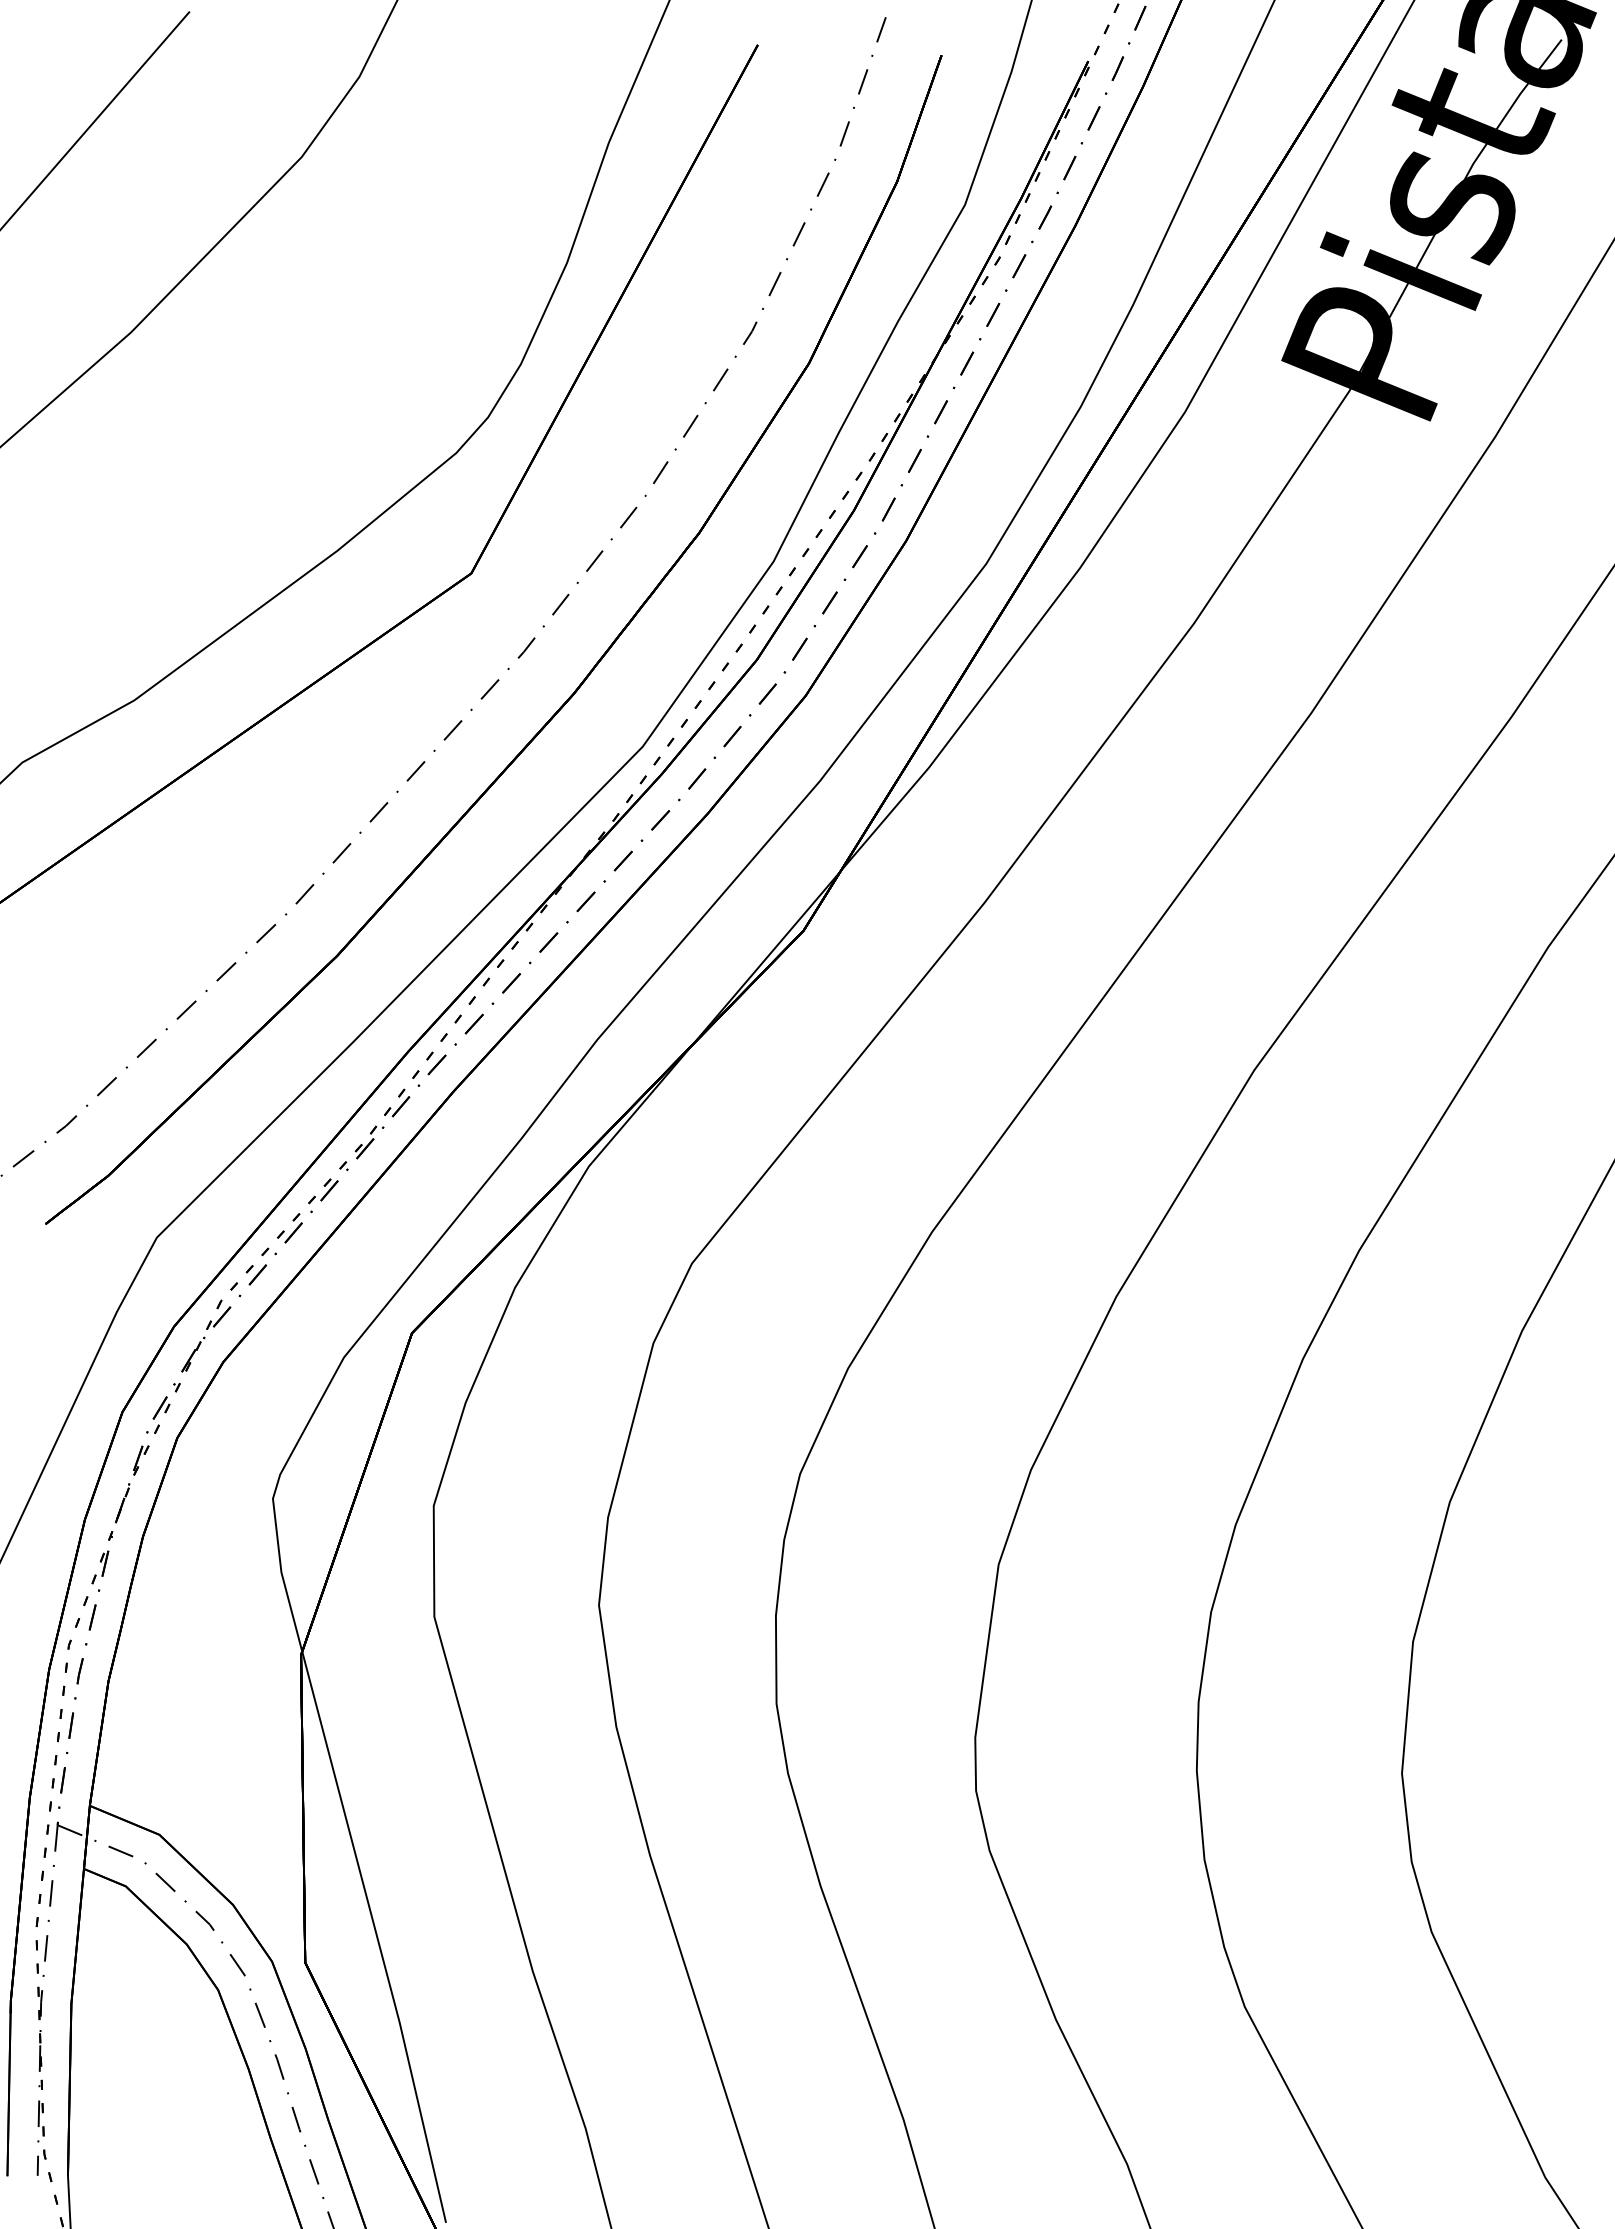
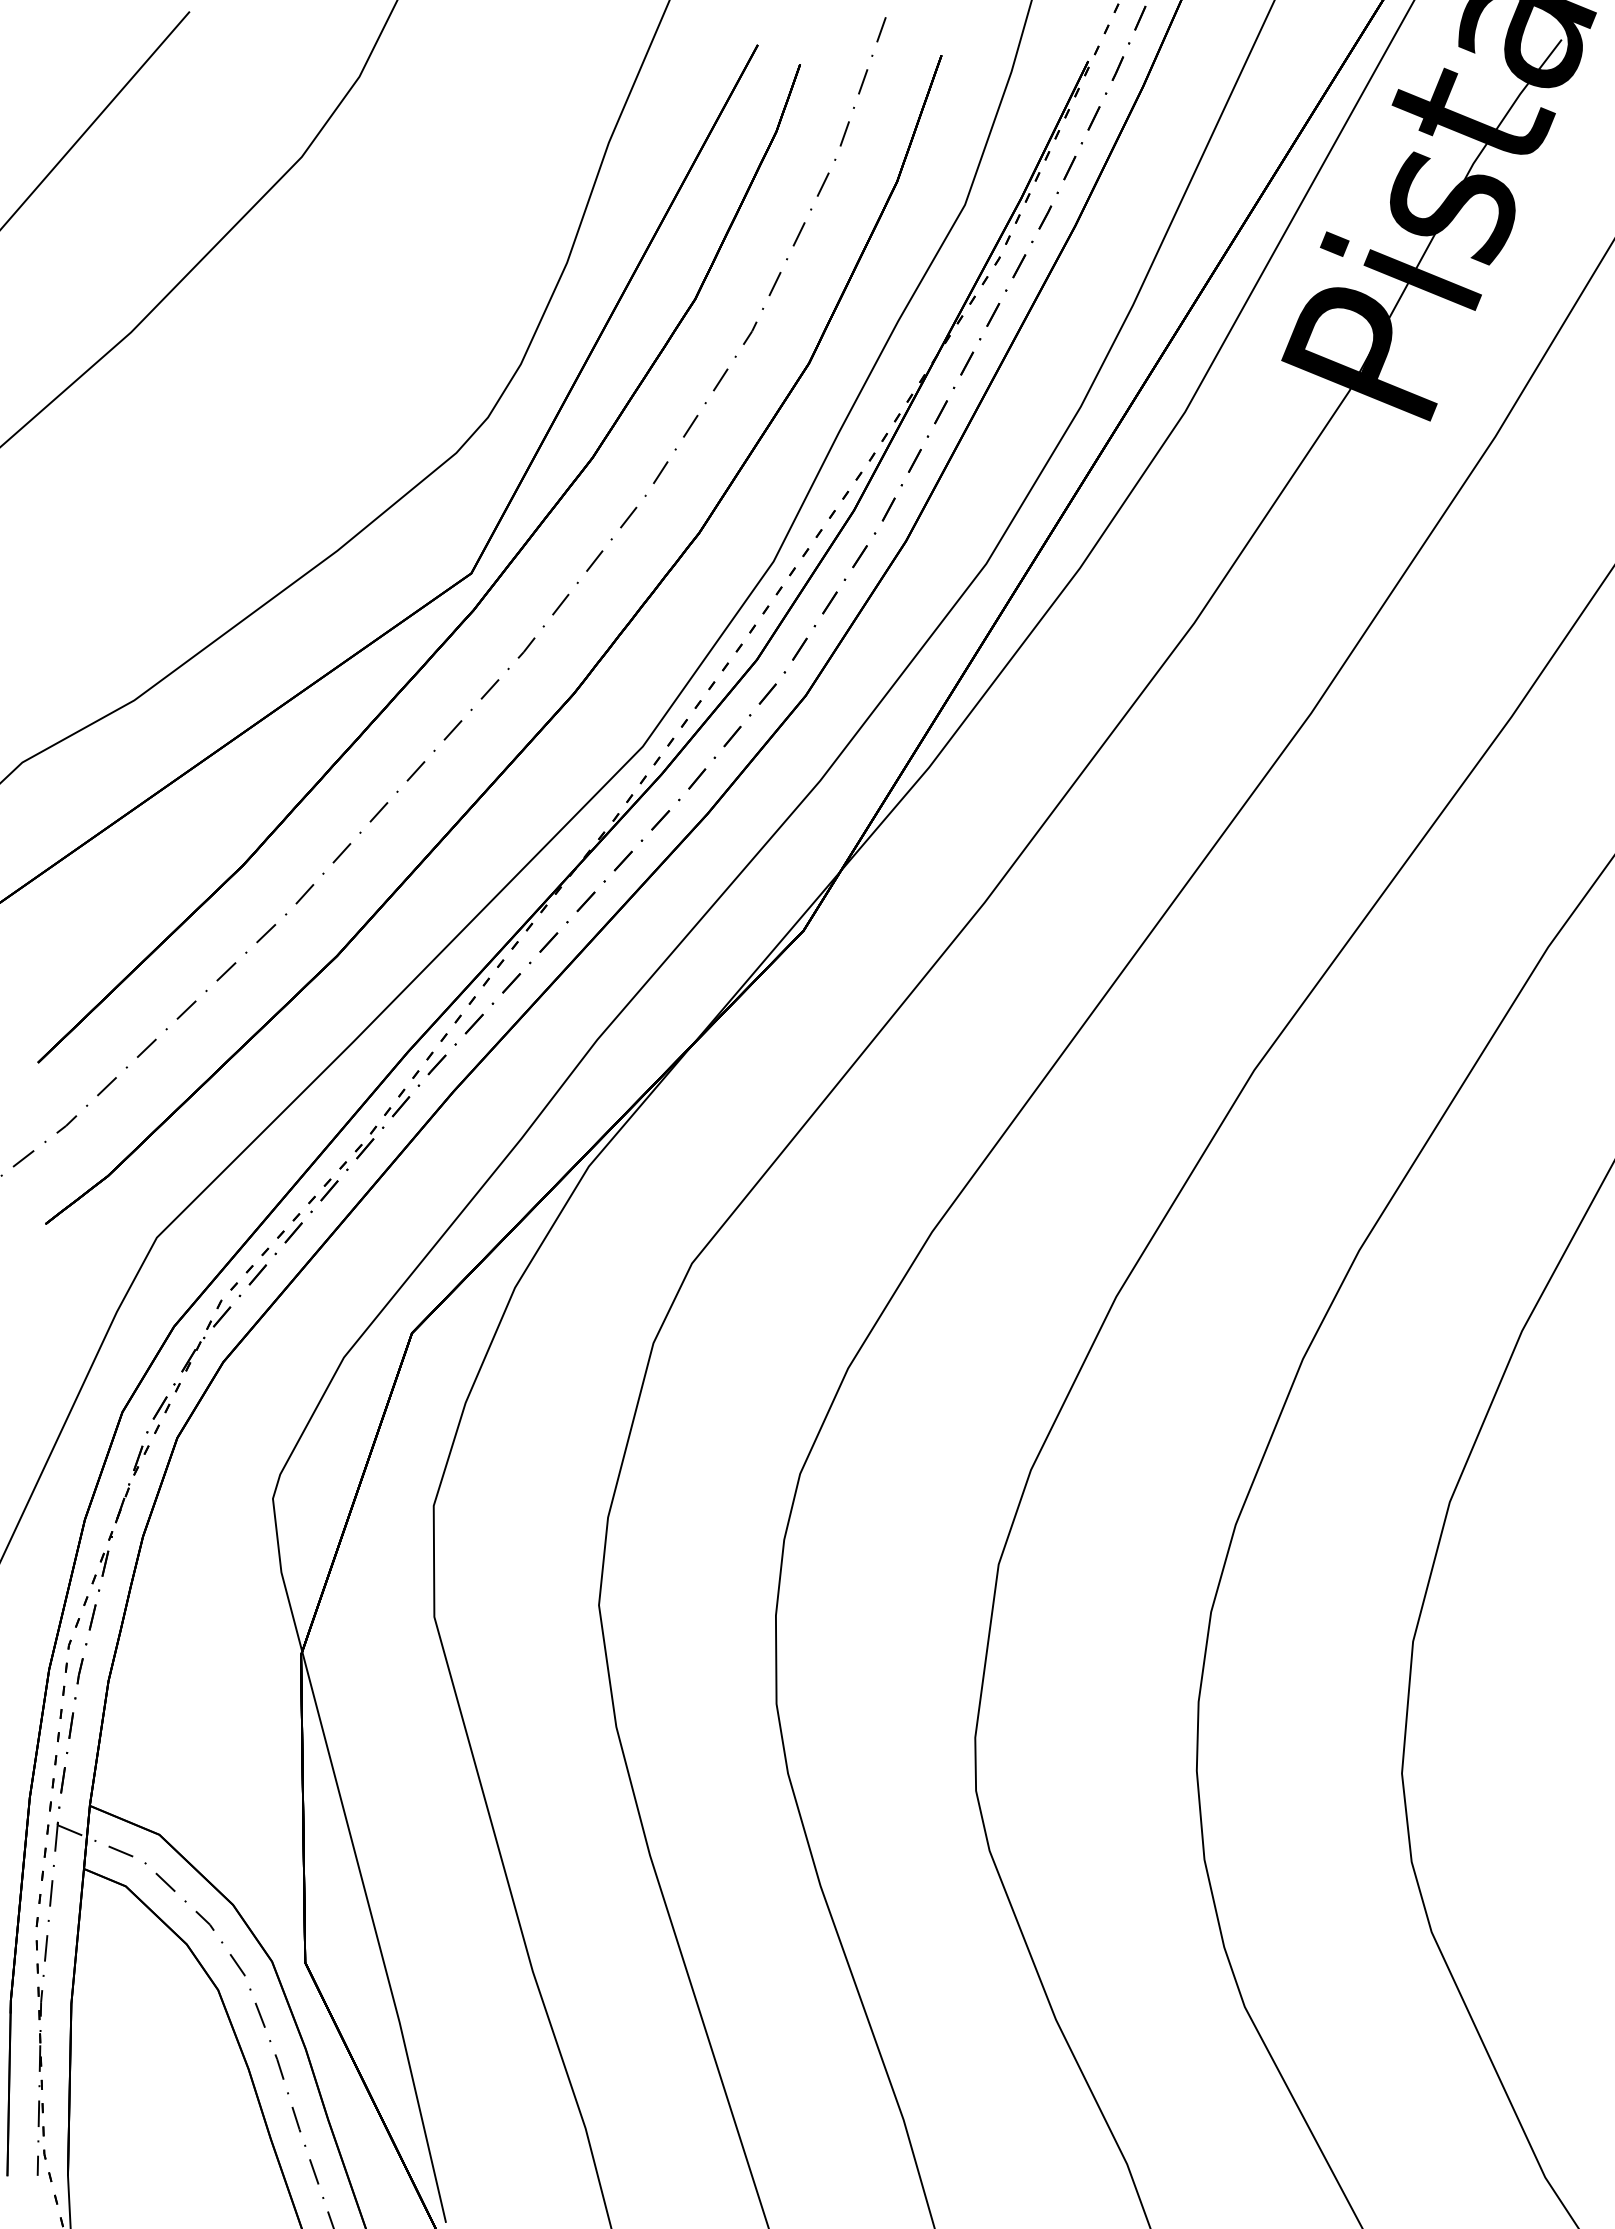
part at (470, 611): none -> present
